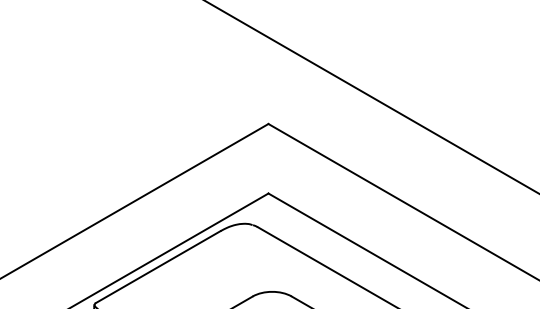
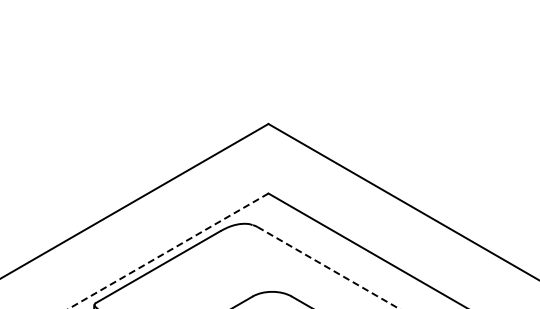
line at (371, 97): present -> none
line at (168, 251): solid -> dashed
line at (328, 267): solid -> dashed
